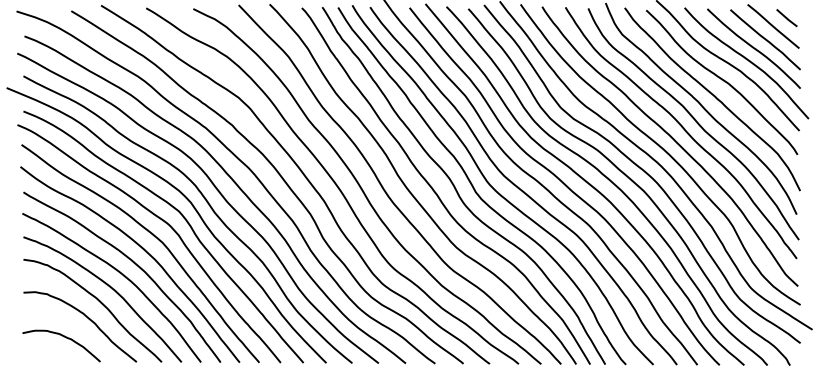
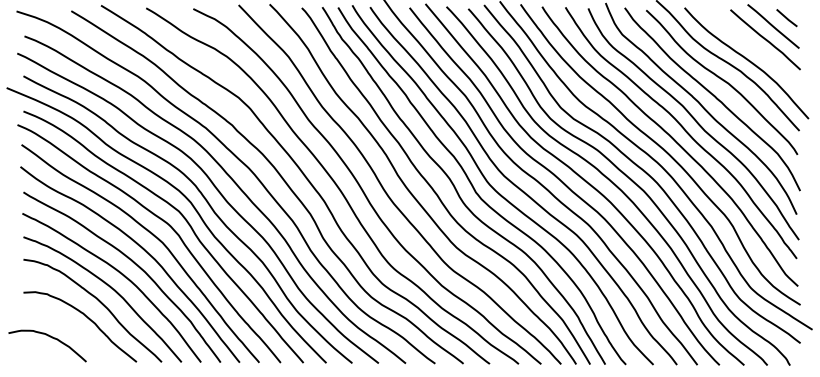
curve at (753, 48): present -> none
curve at (64, 337) position: (64, 337) -> (50, 337)
